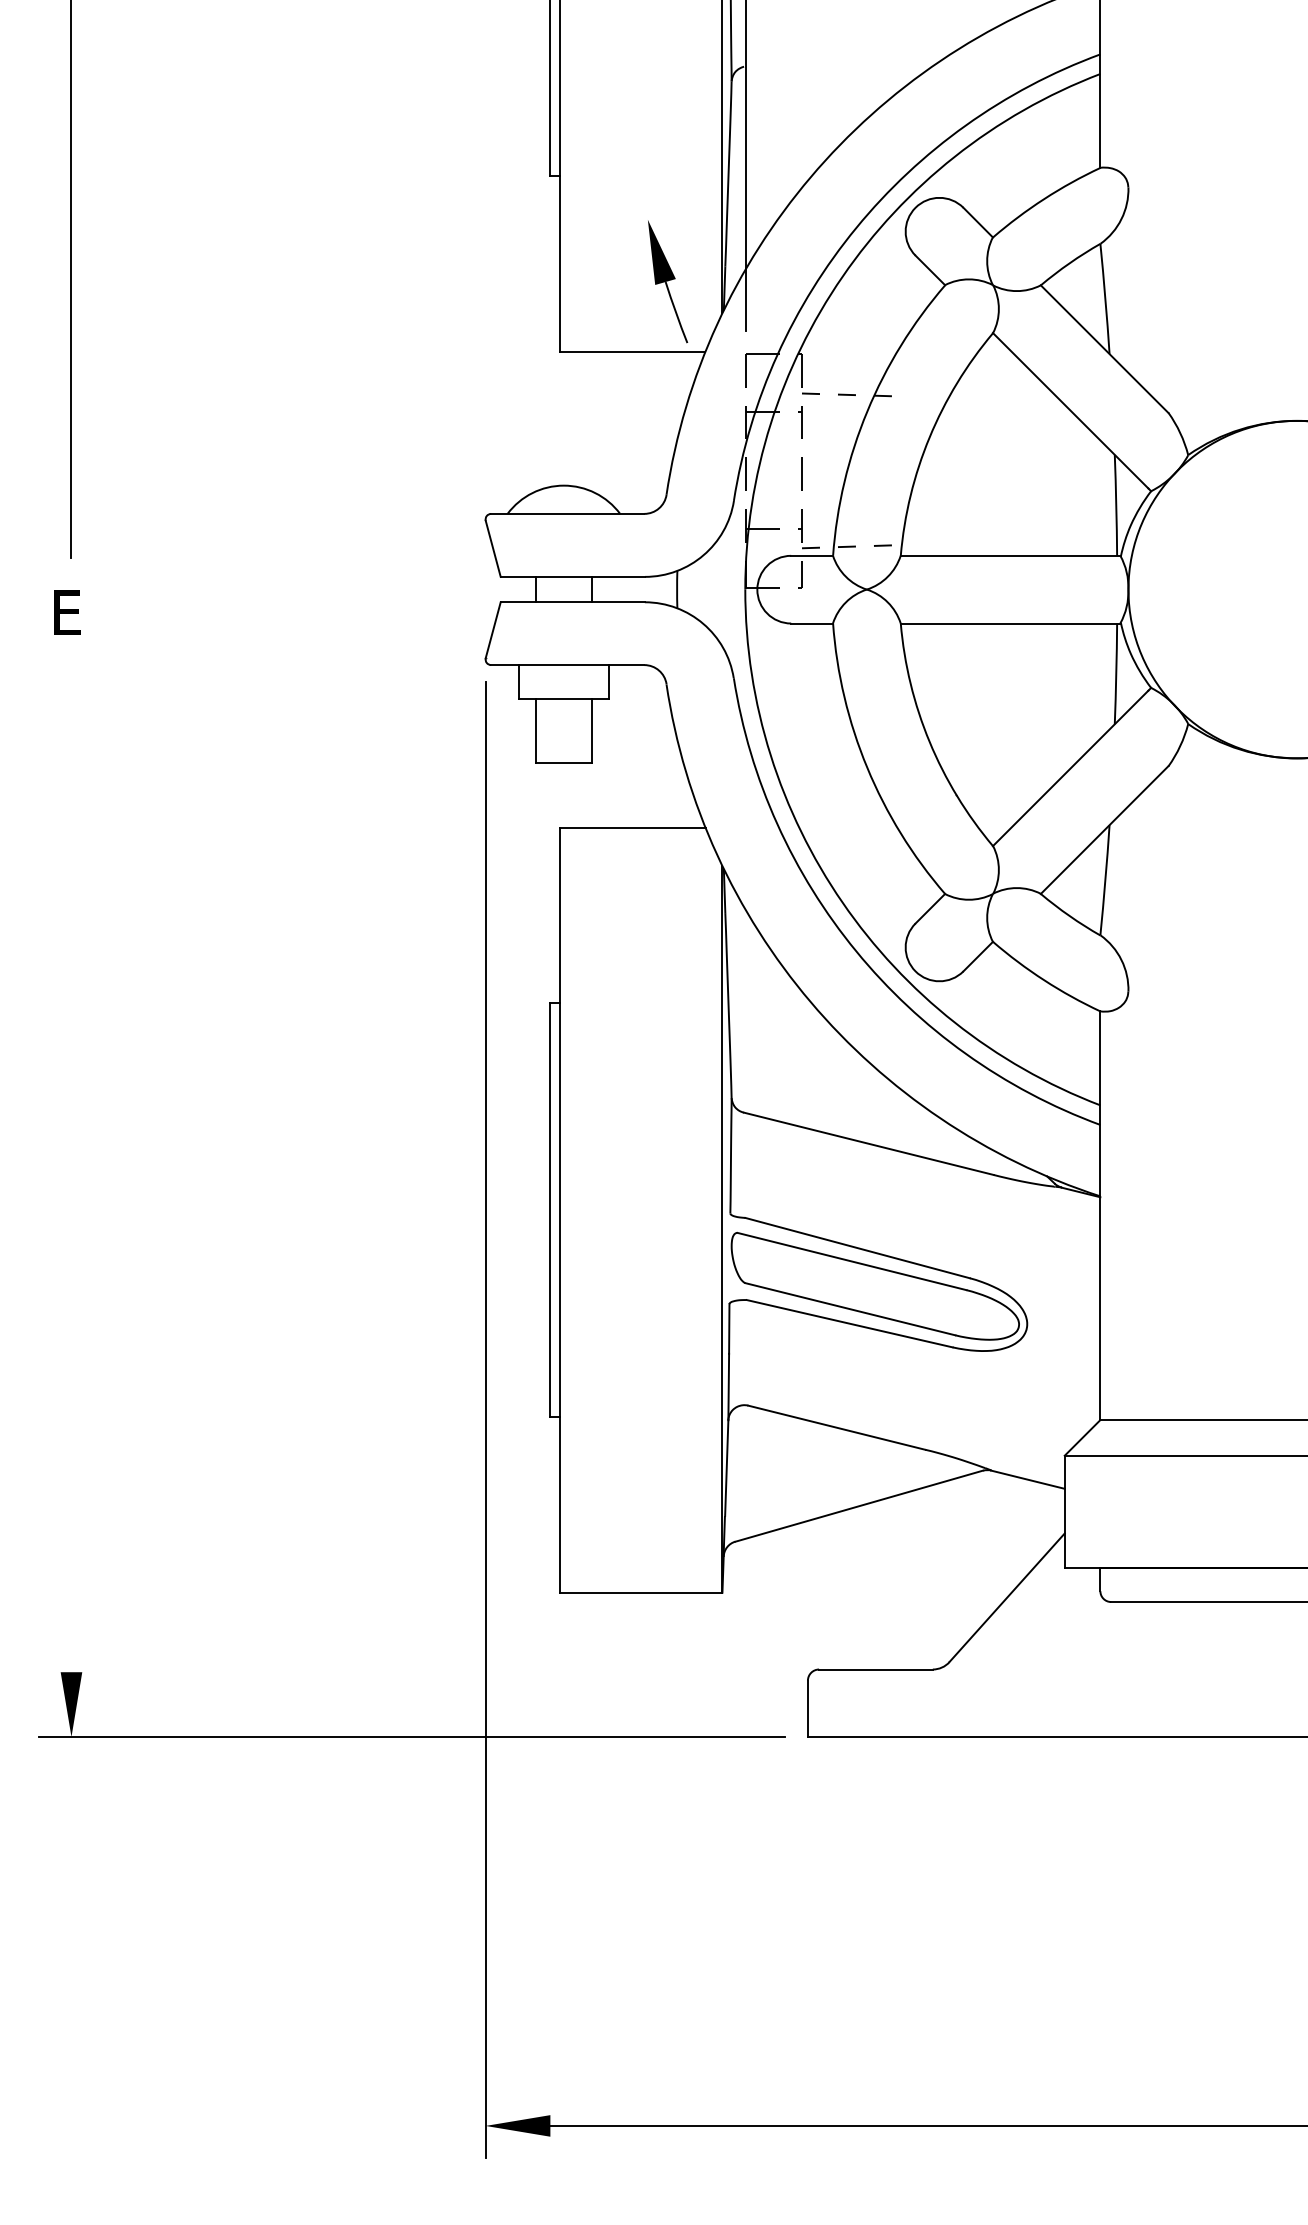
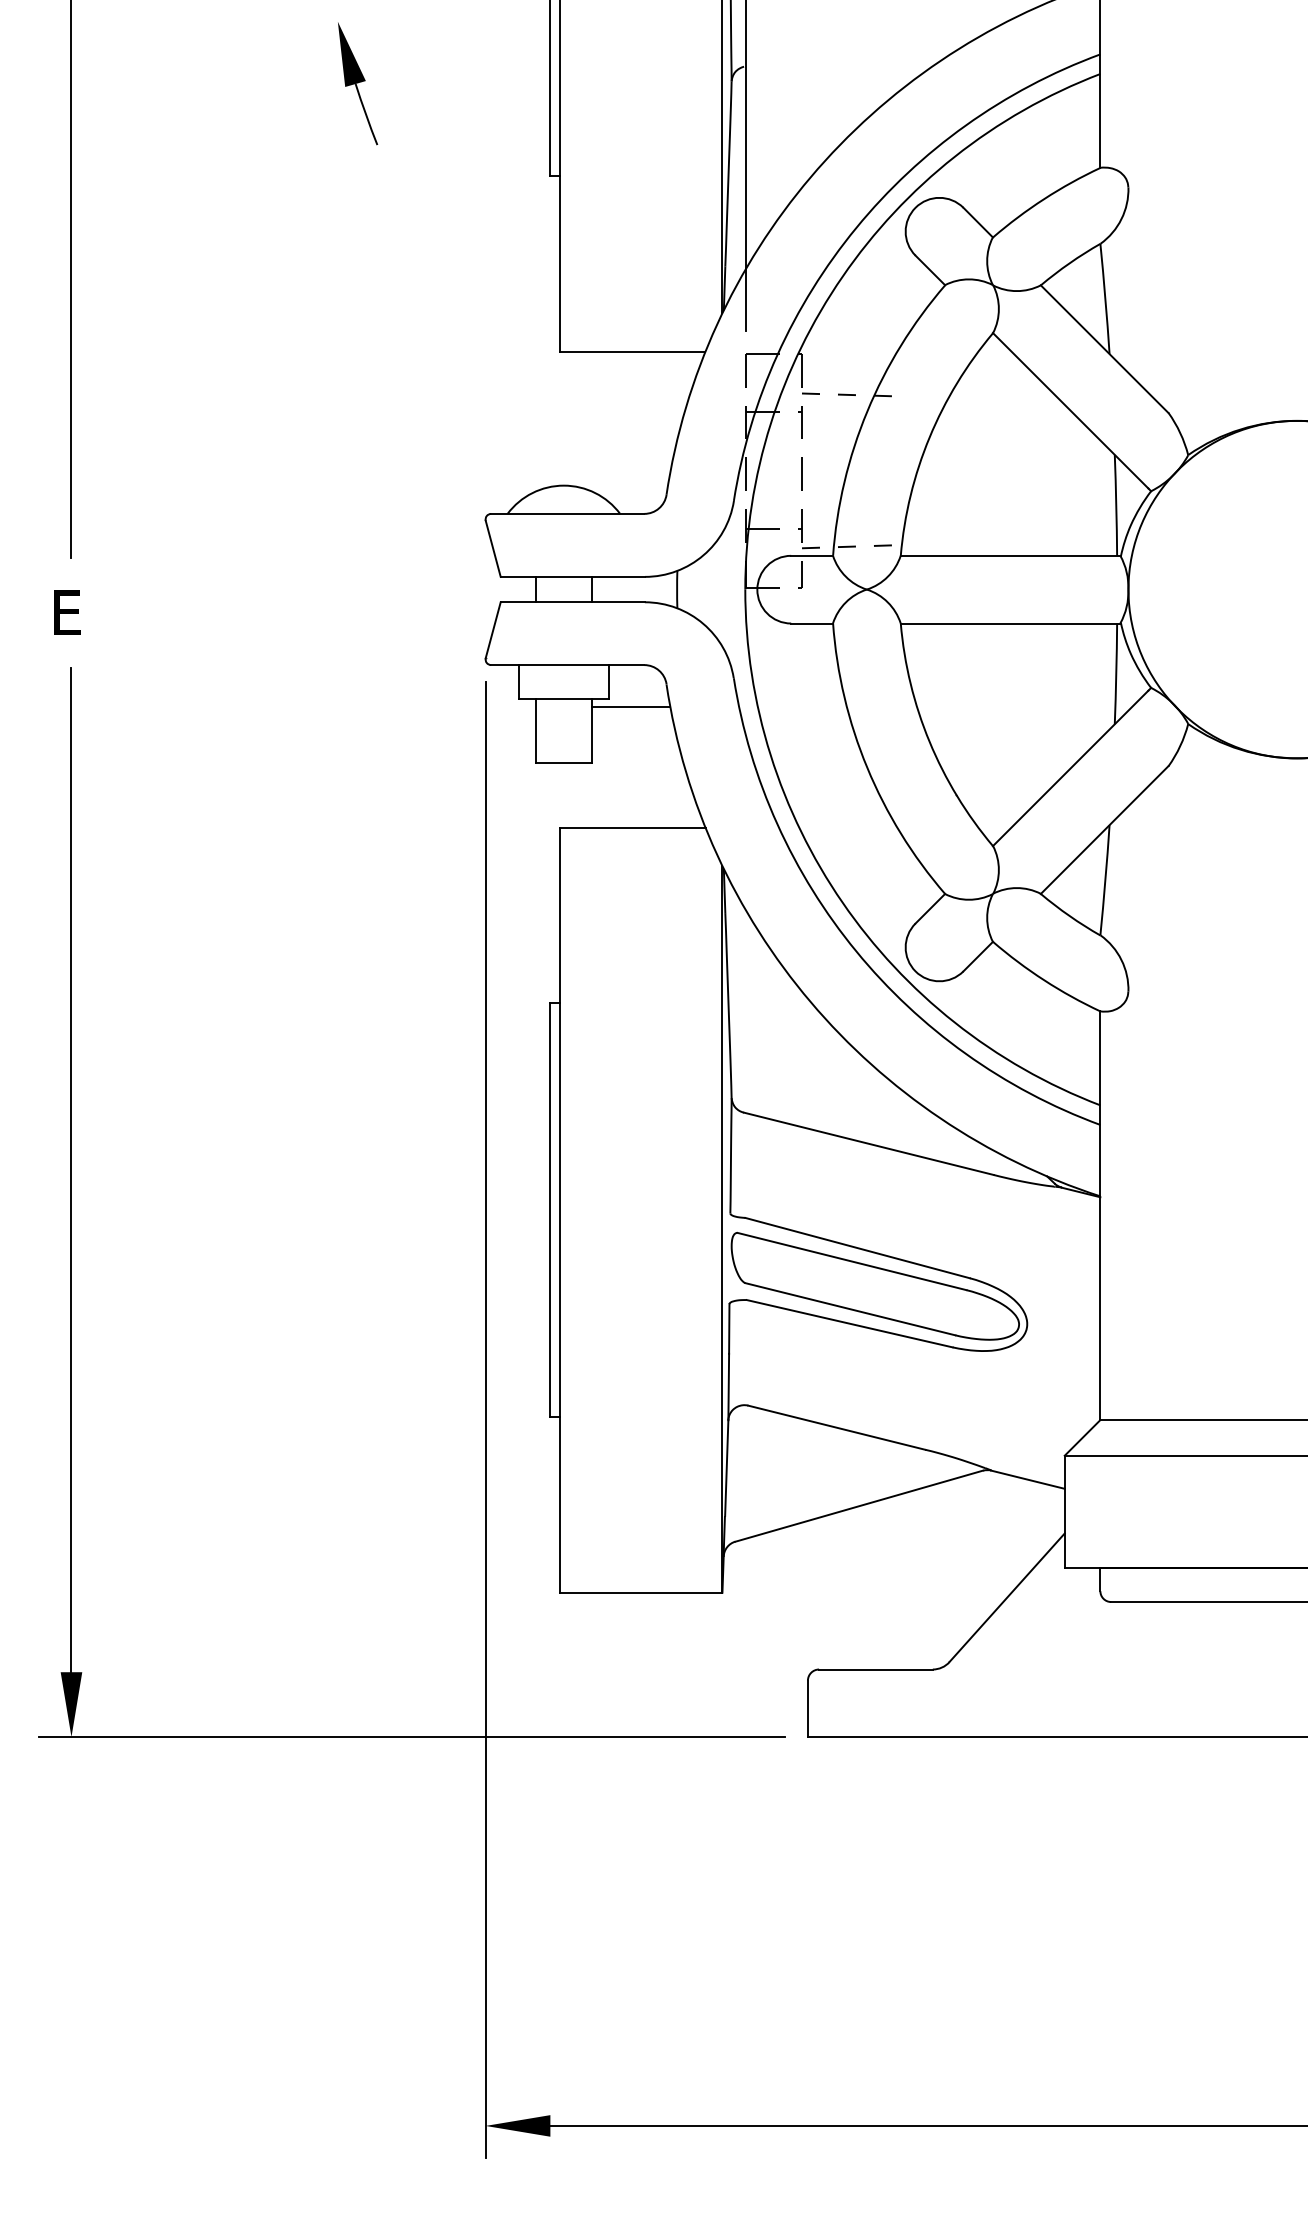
part at (668, 281) position: (668, 281) -> (358, 83)
line at (630, 706): none -> present
line at (71, 1169): none -> present
